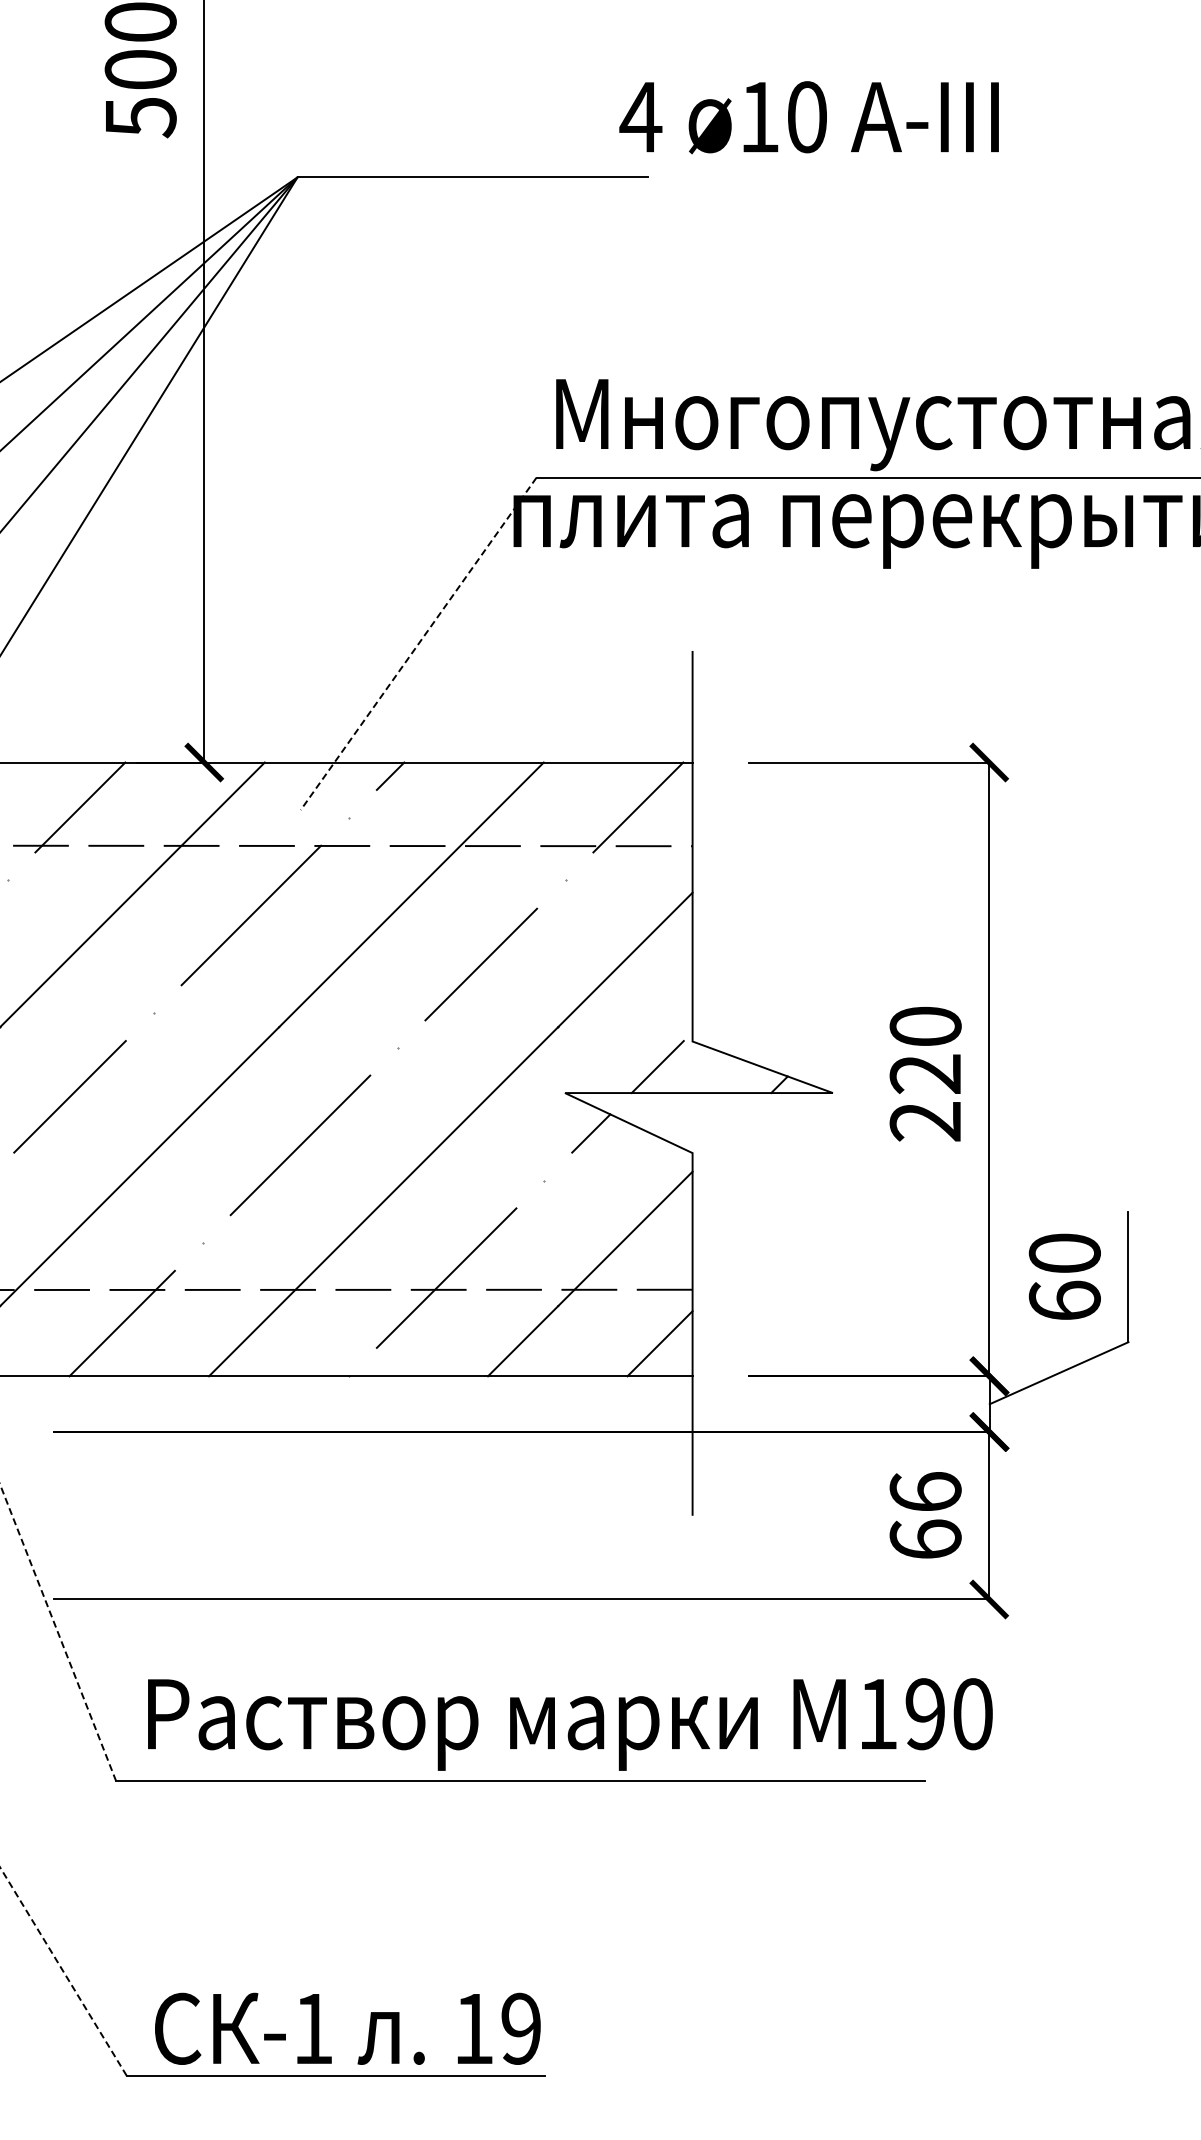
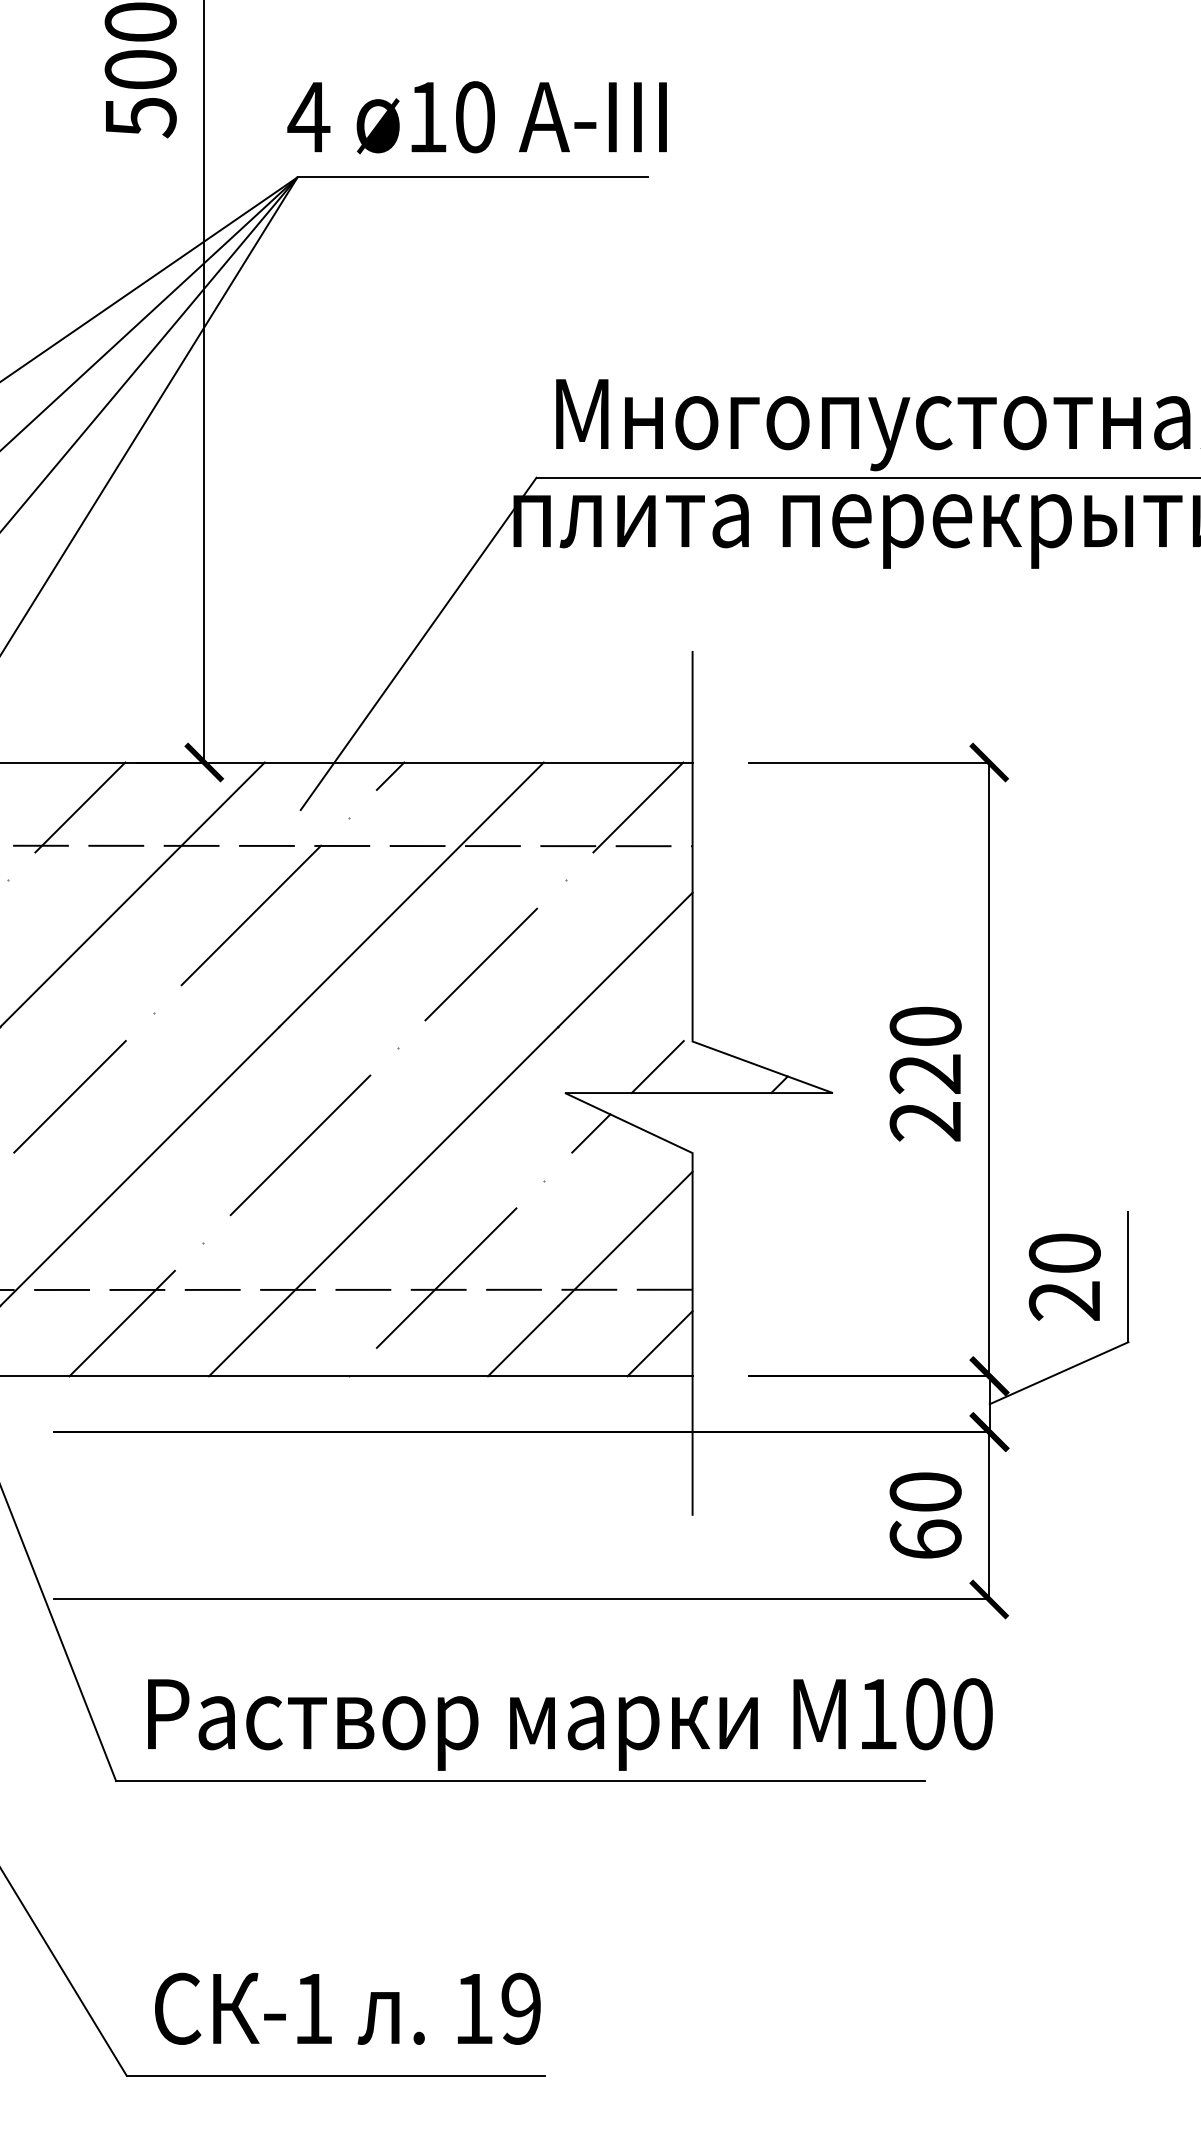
text at (808, 117) position: (808, 117) -> (476, 117)
line at (418, 643): dashed -> solid
text at (1064, 1300): 60 -> 20
text at (925, 1491): 66 -> 60
line at (57, 1632): dashed -> solid
text at (925, 1714): 190 -> 100
line at (63, 1971): dashed -> solid
text at (347, 2028) position: (347, 2028) -> (347, 2008)
